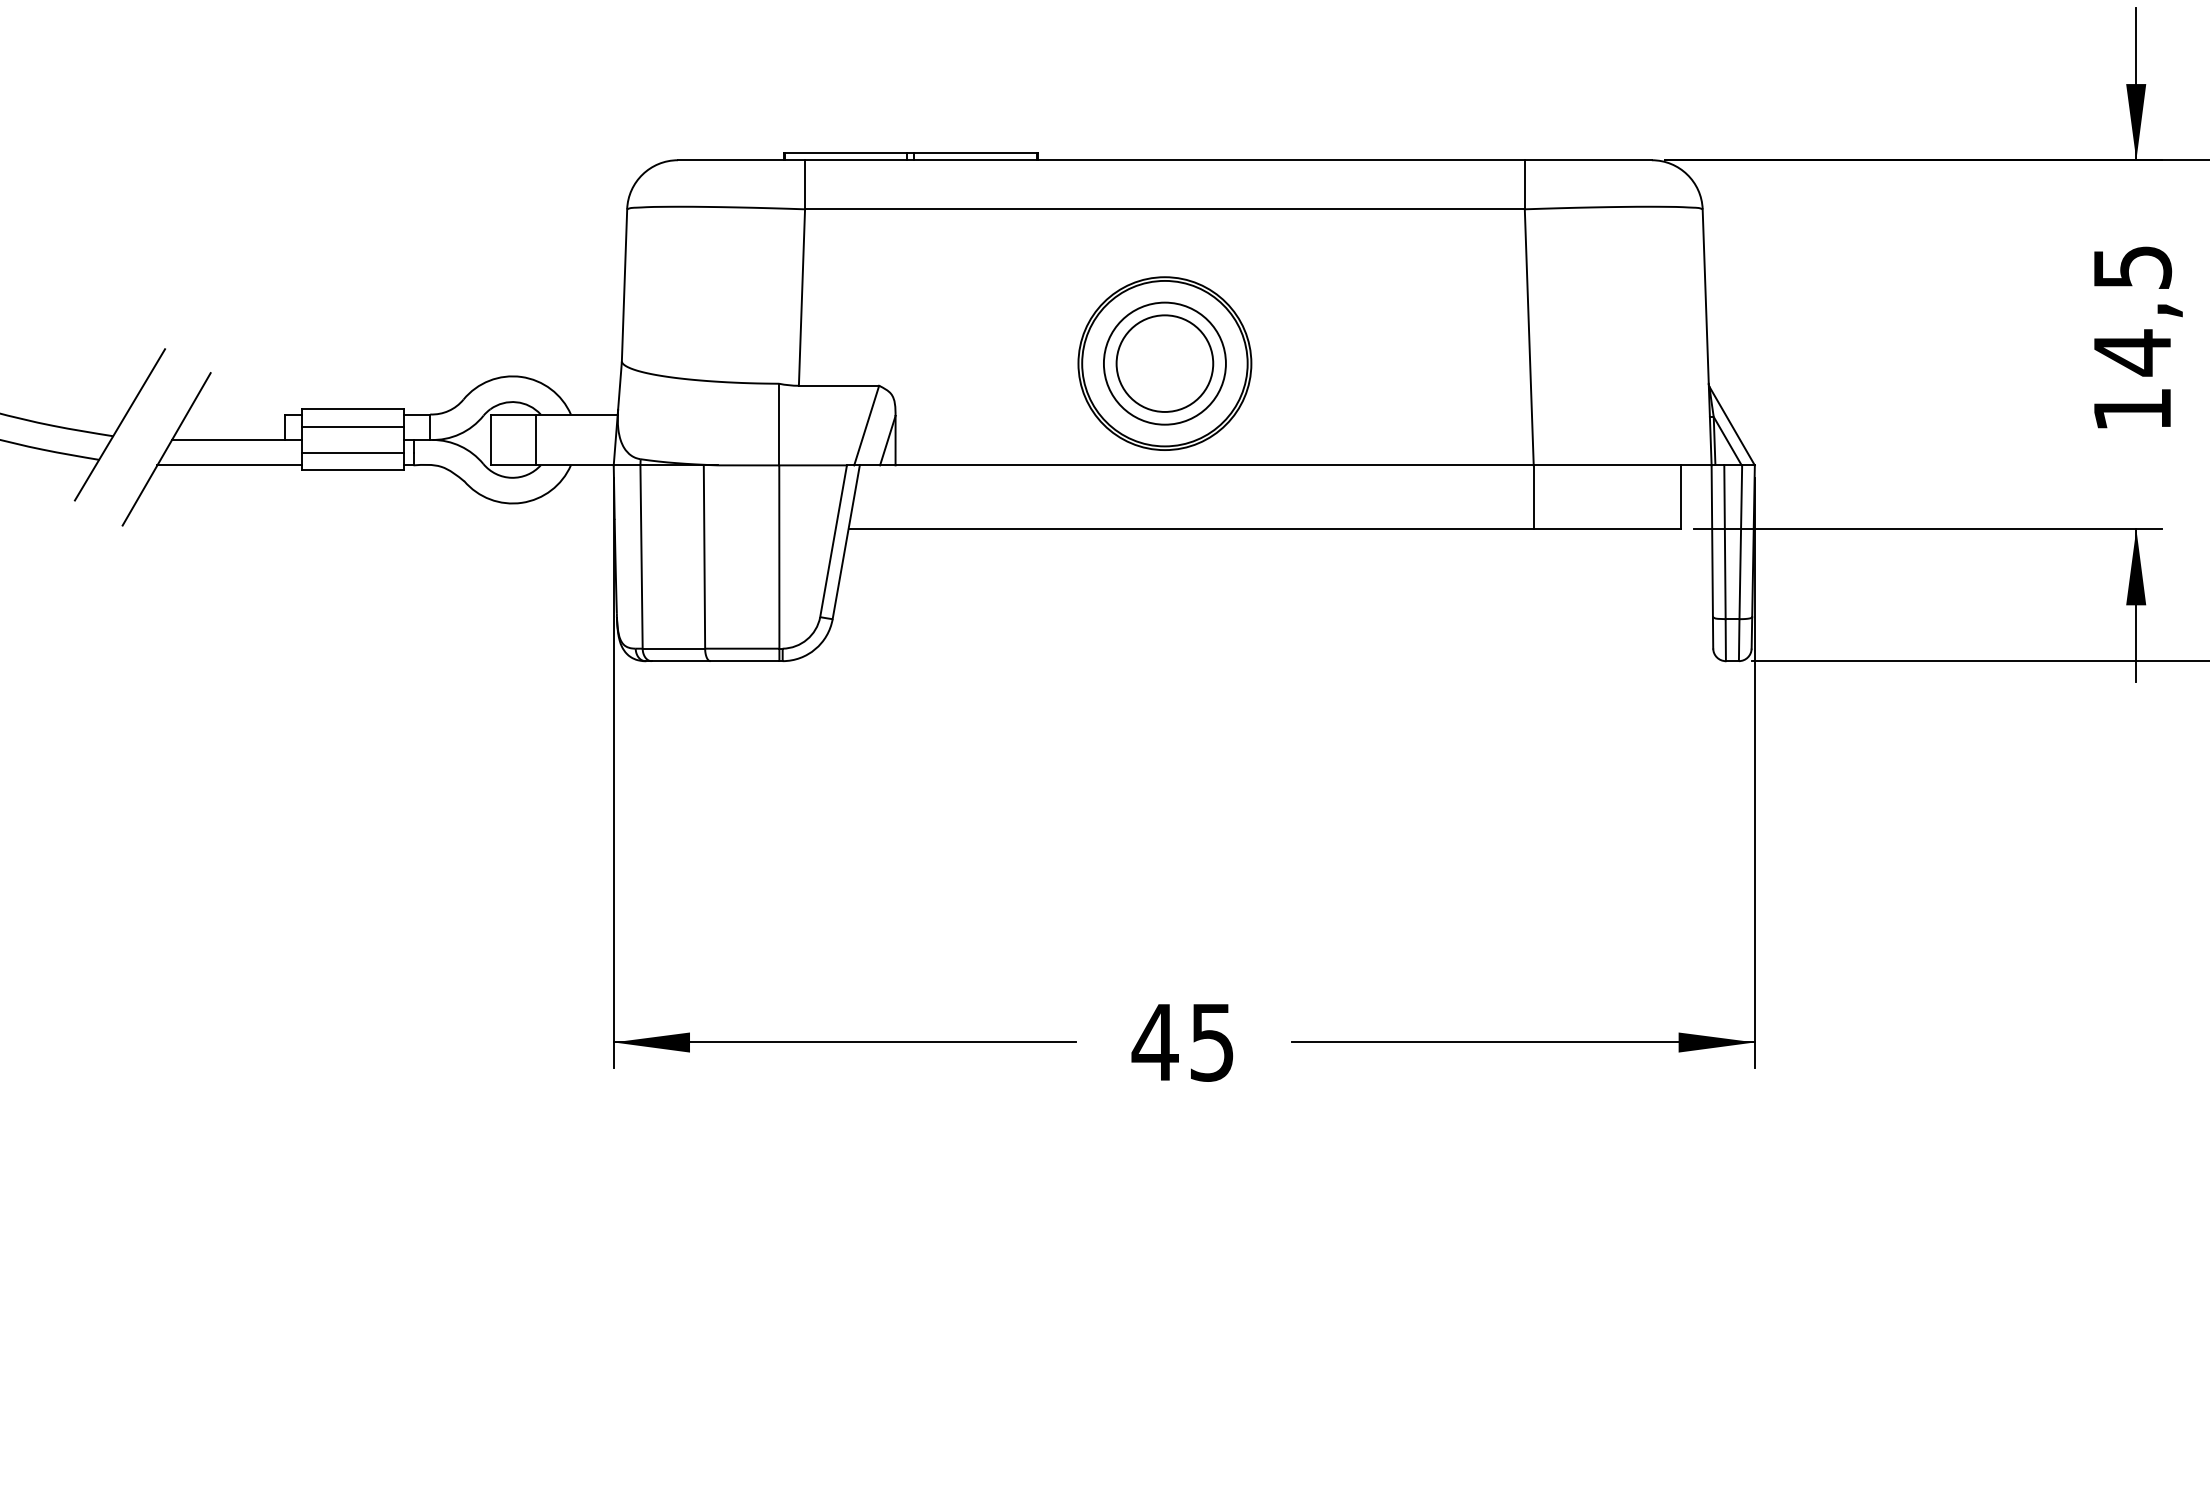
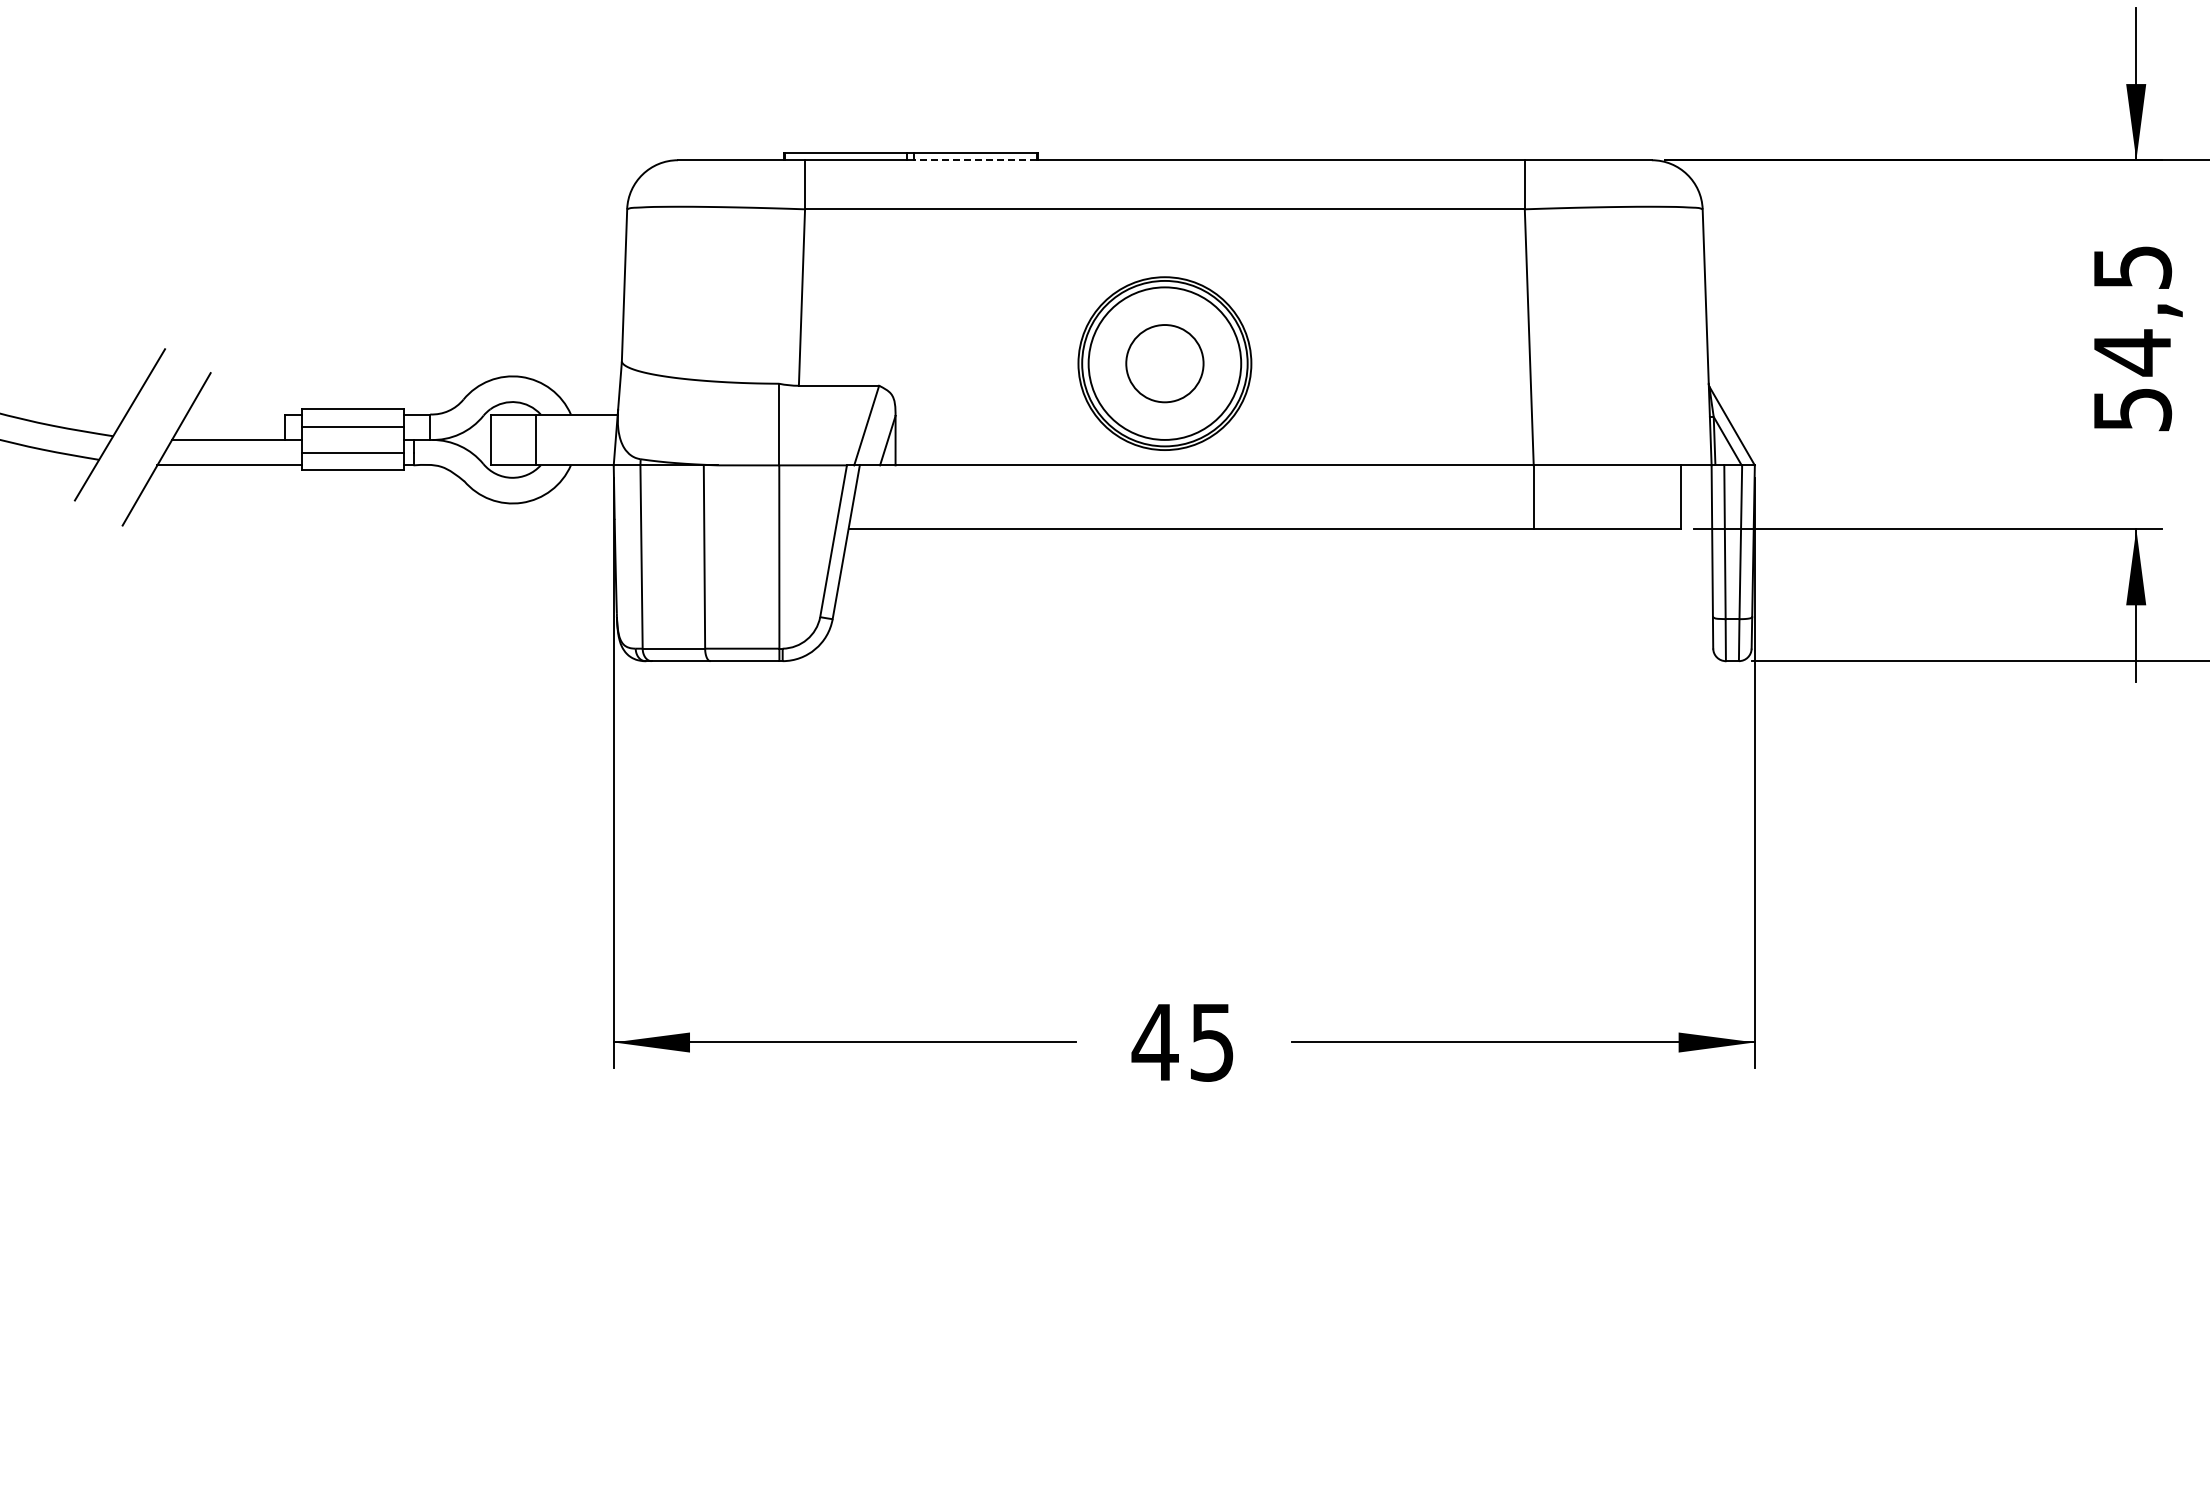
line at (974, 160): solid -> dashed
circle at (1164, 363) diameter: 122 px -> 153 px
circle at (1164, 363) diameter: 97 px -> 77 px
text at (2133, 410): 14,5 -> 54,5
